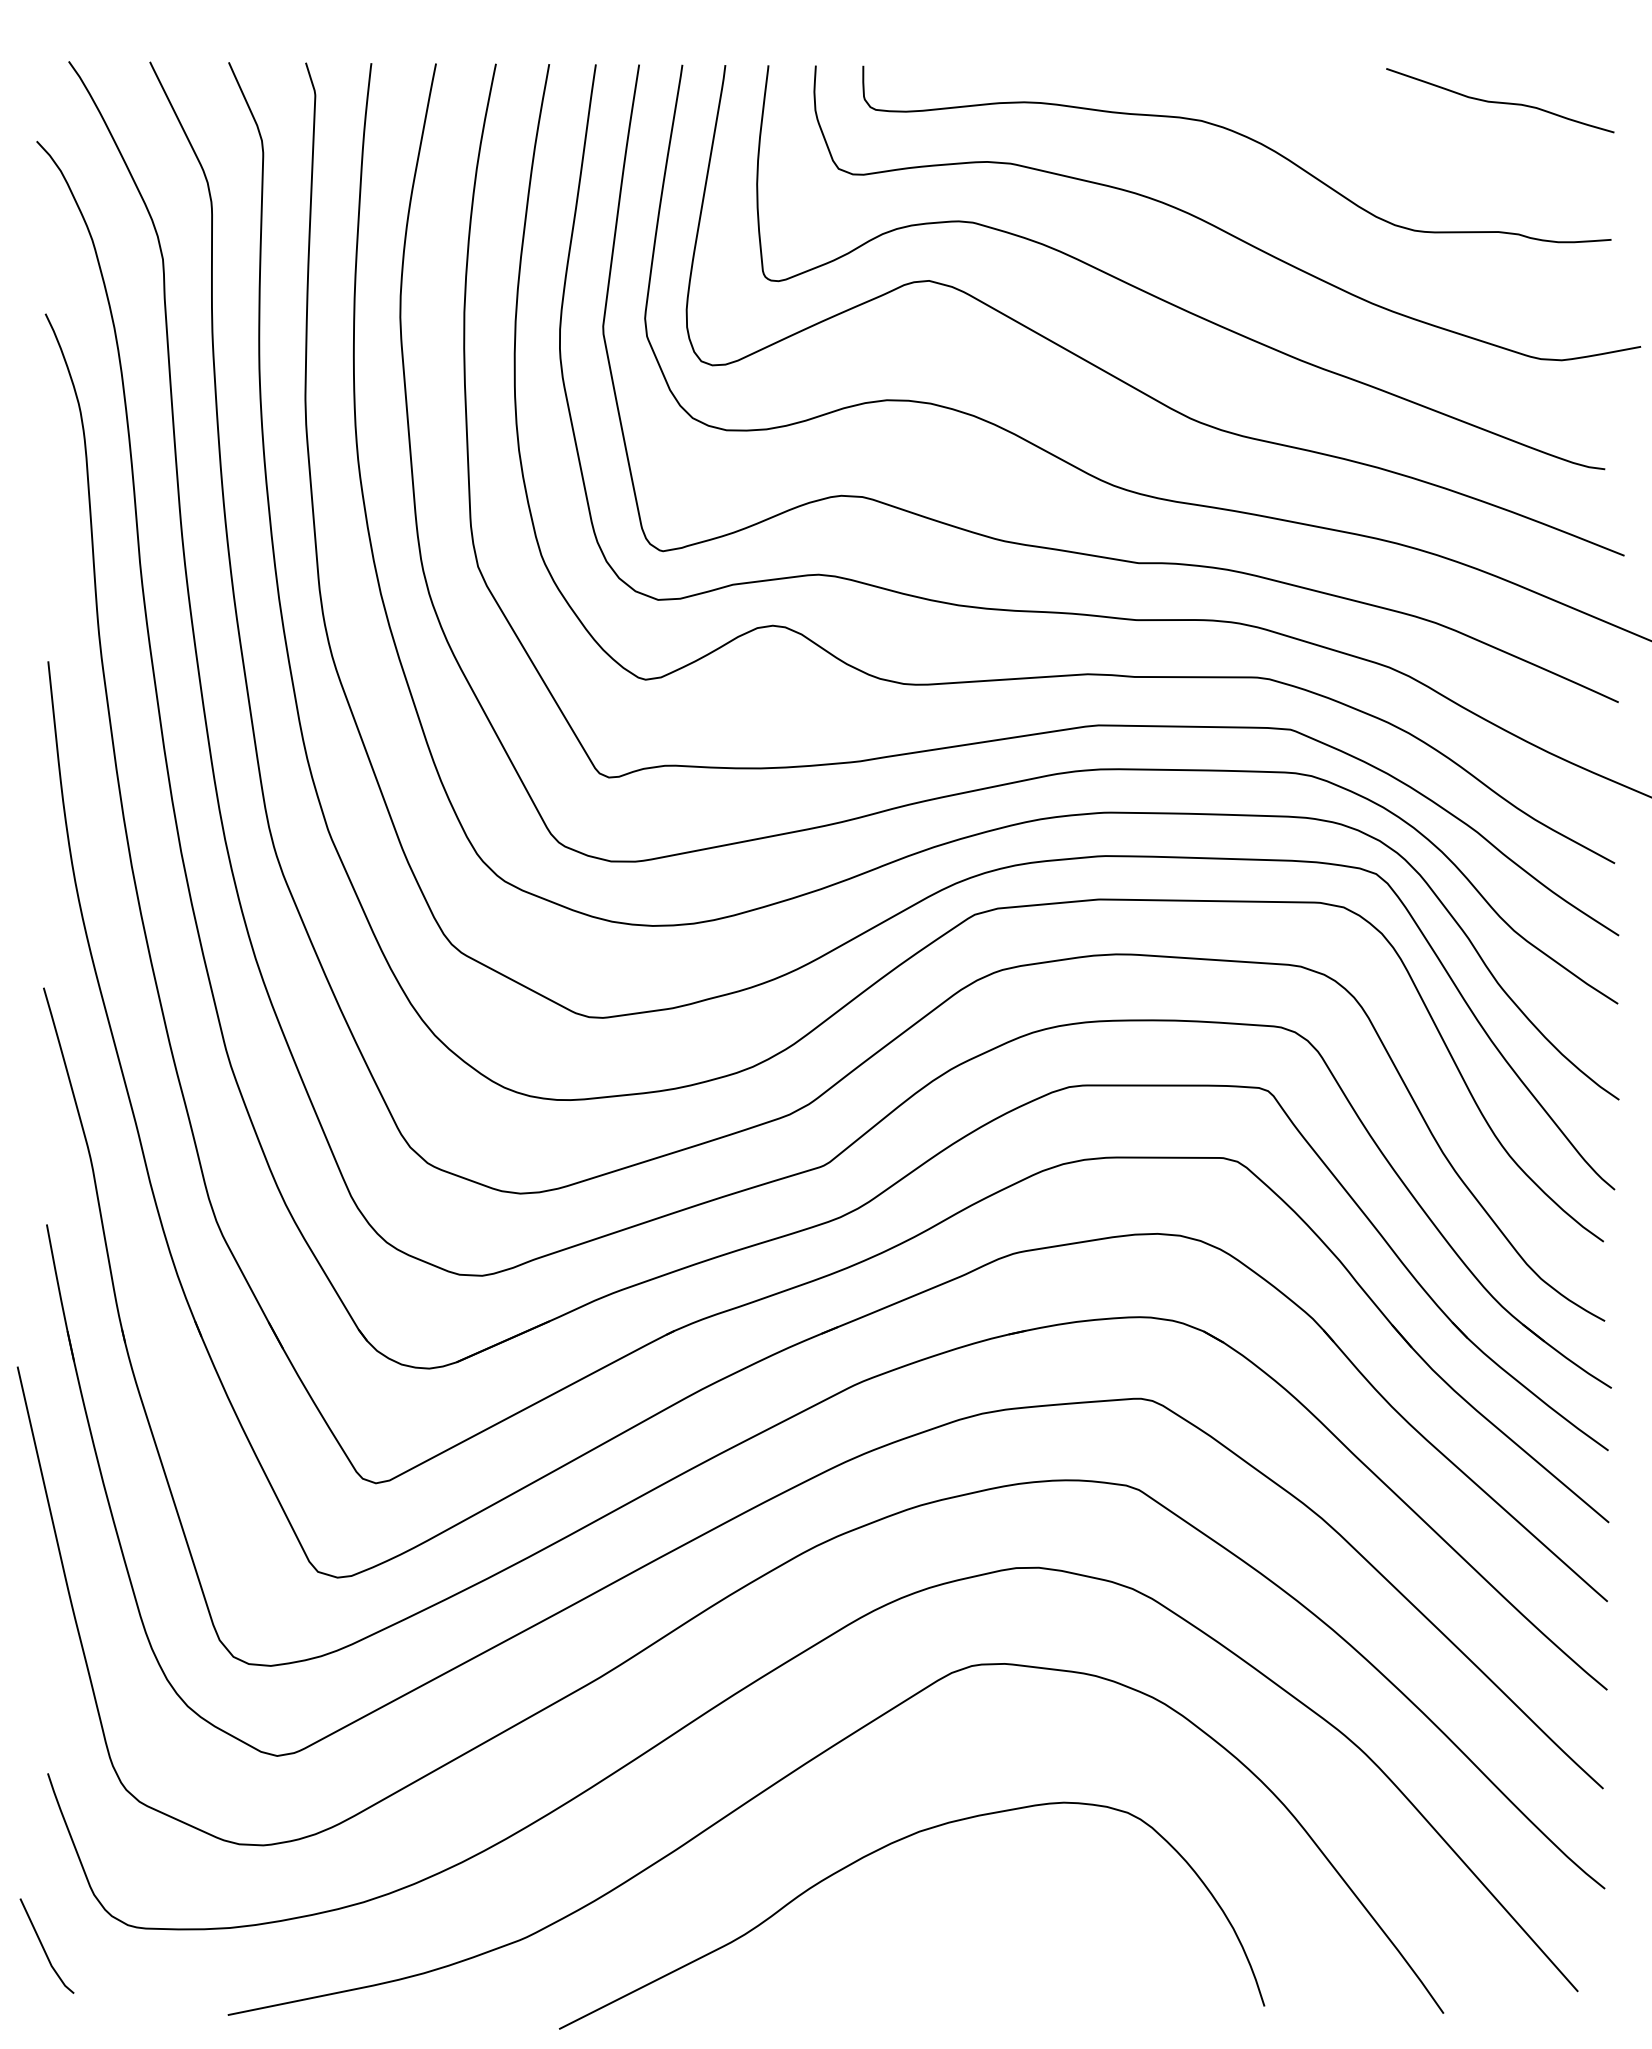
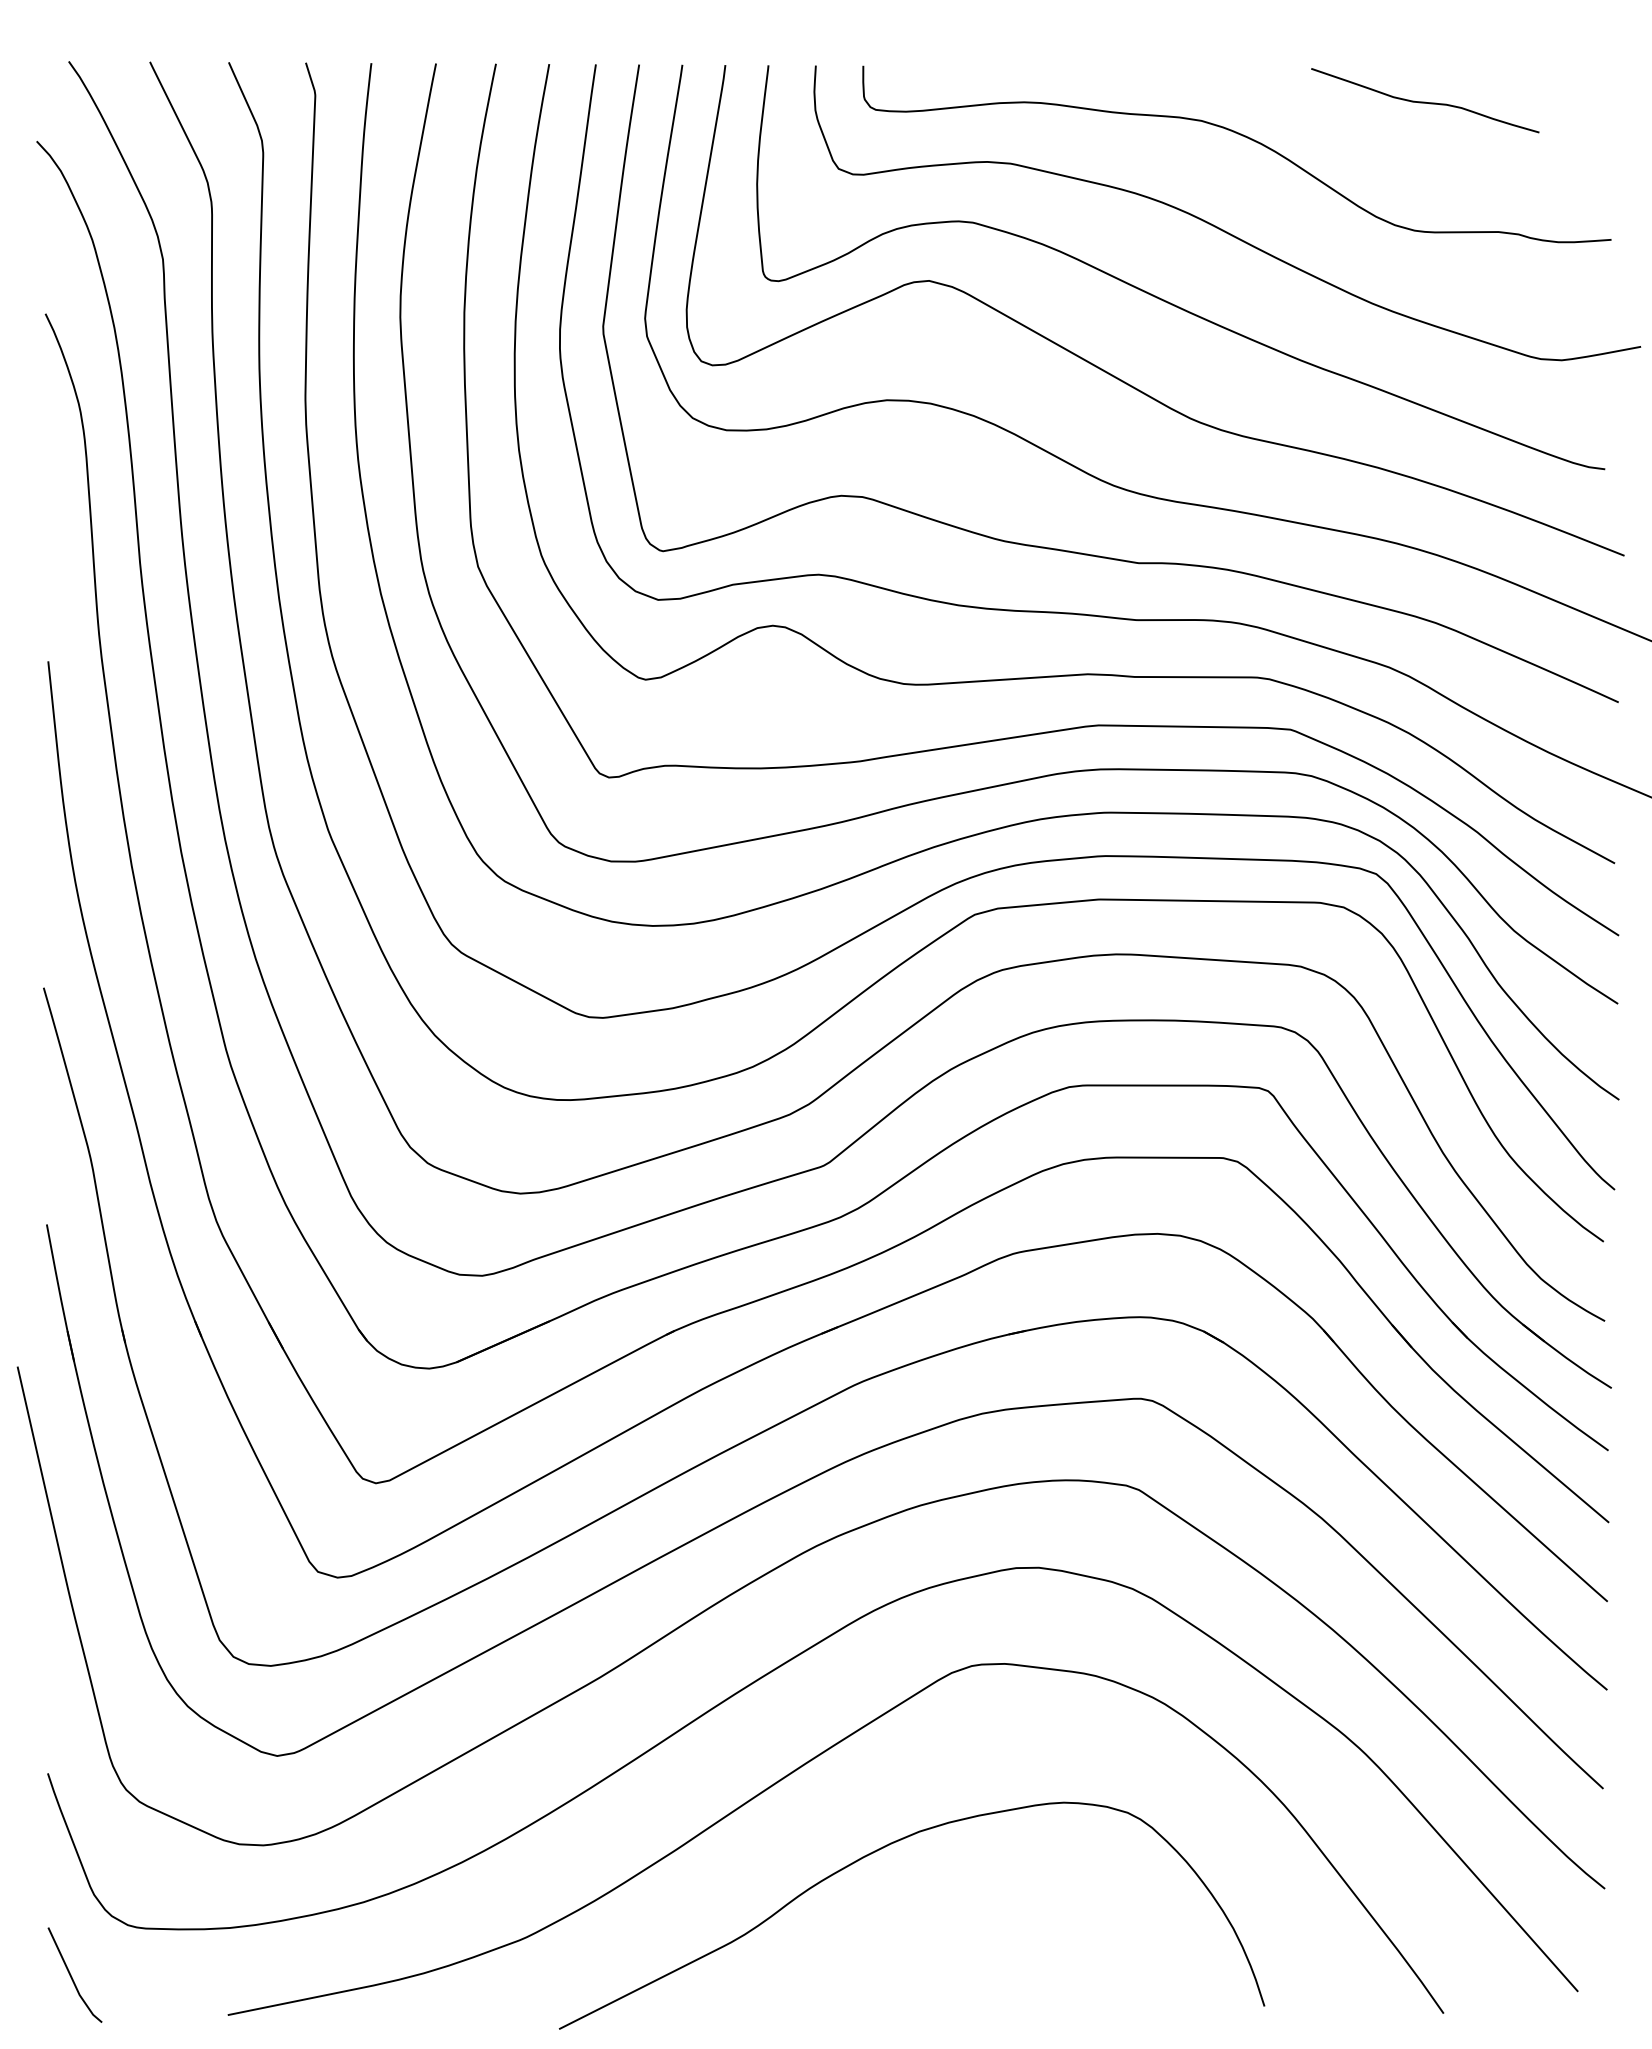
curve at (1500, 101) position: (1500, 101) -> (1425, 101)
line at (44, 1947) position: (44, 1947) -> (72, 1976)
